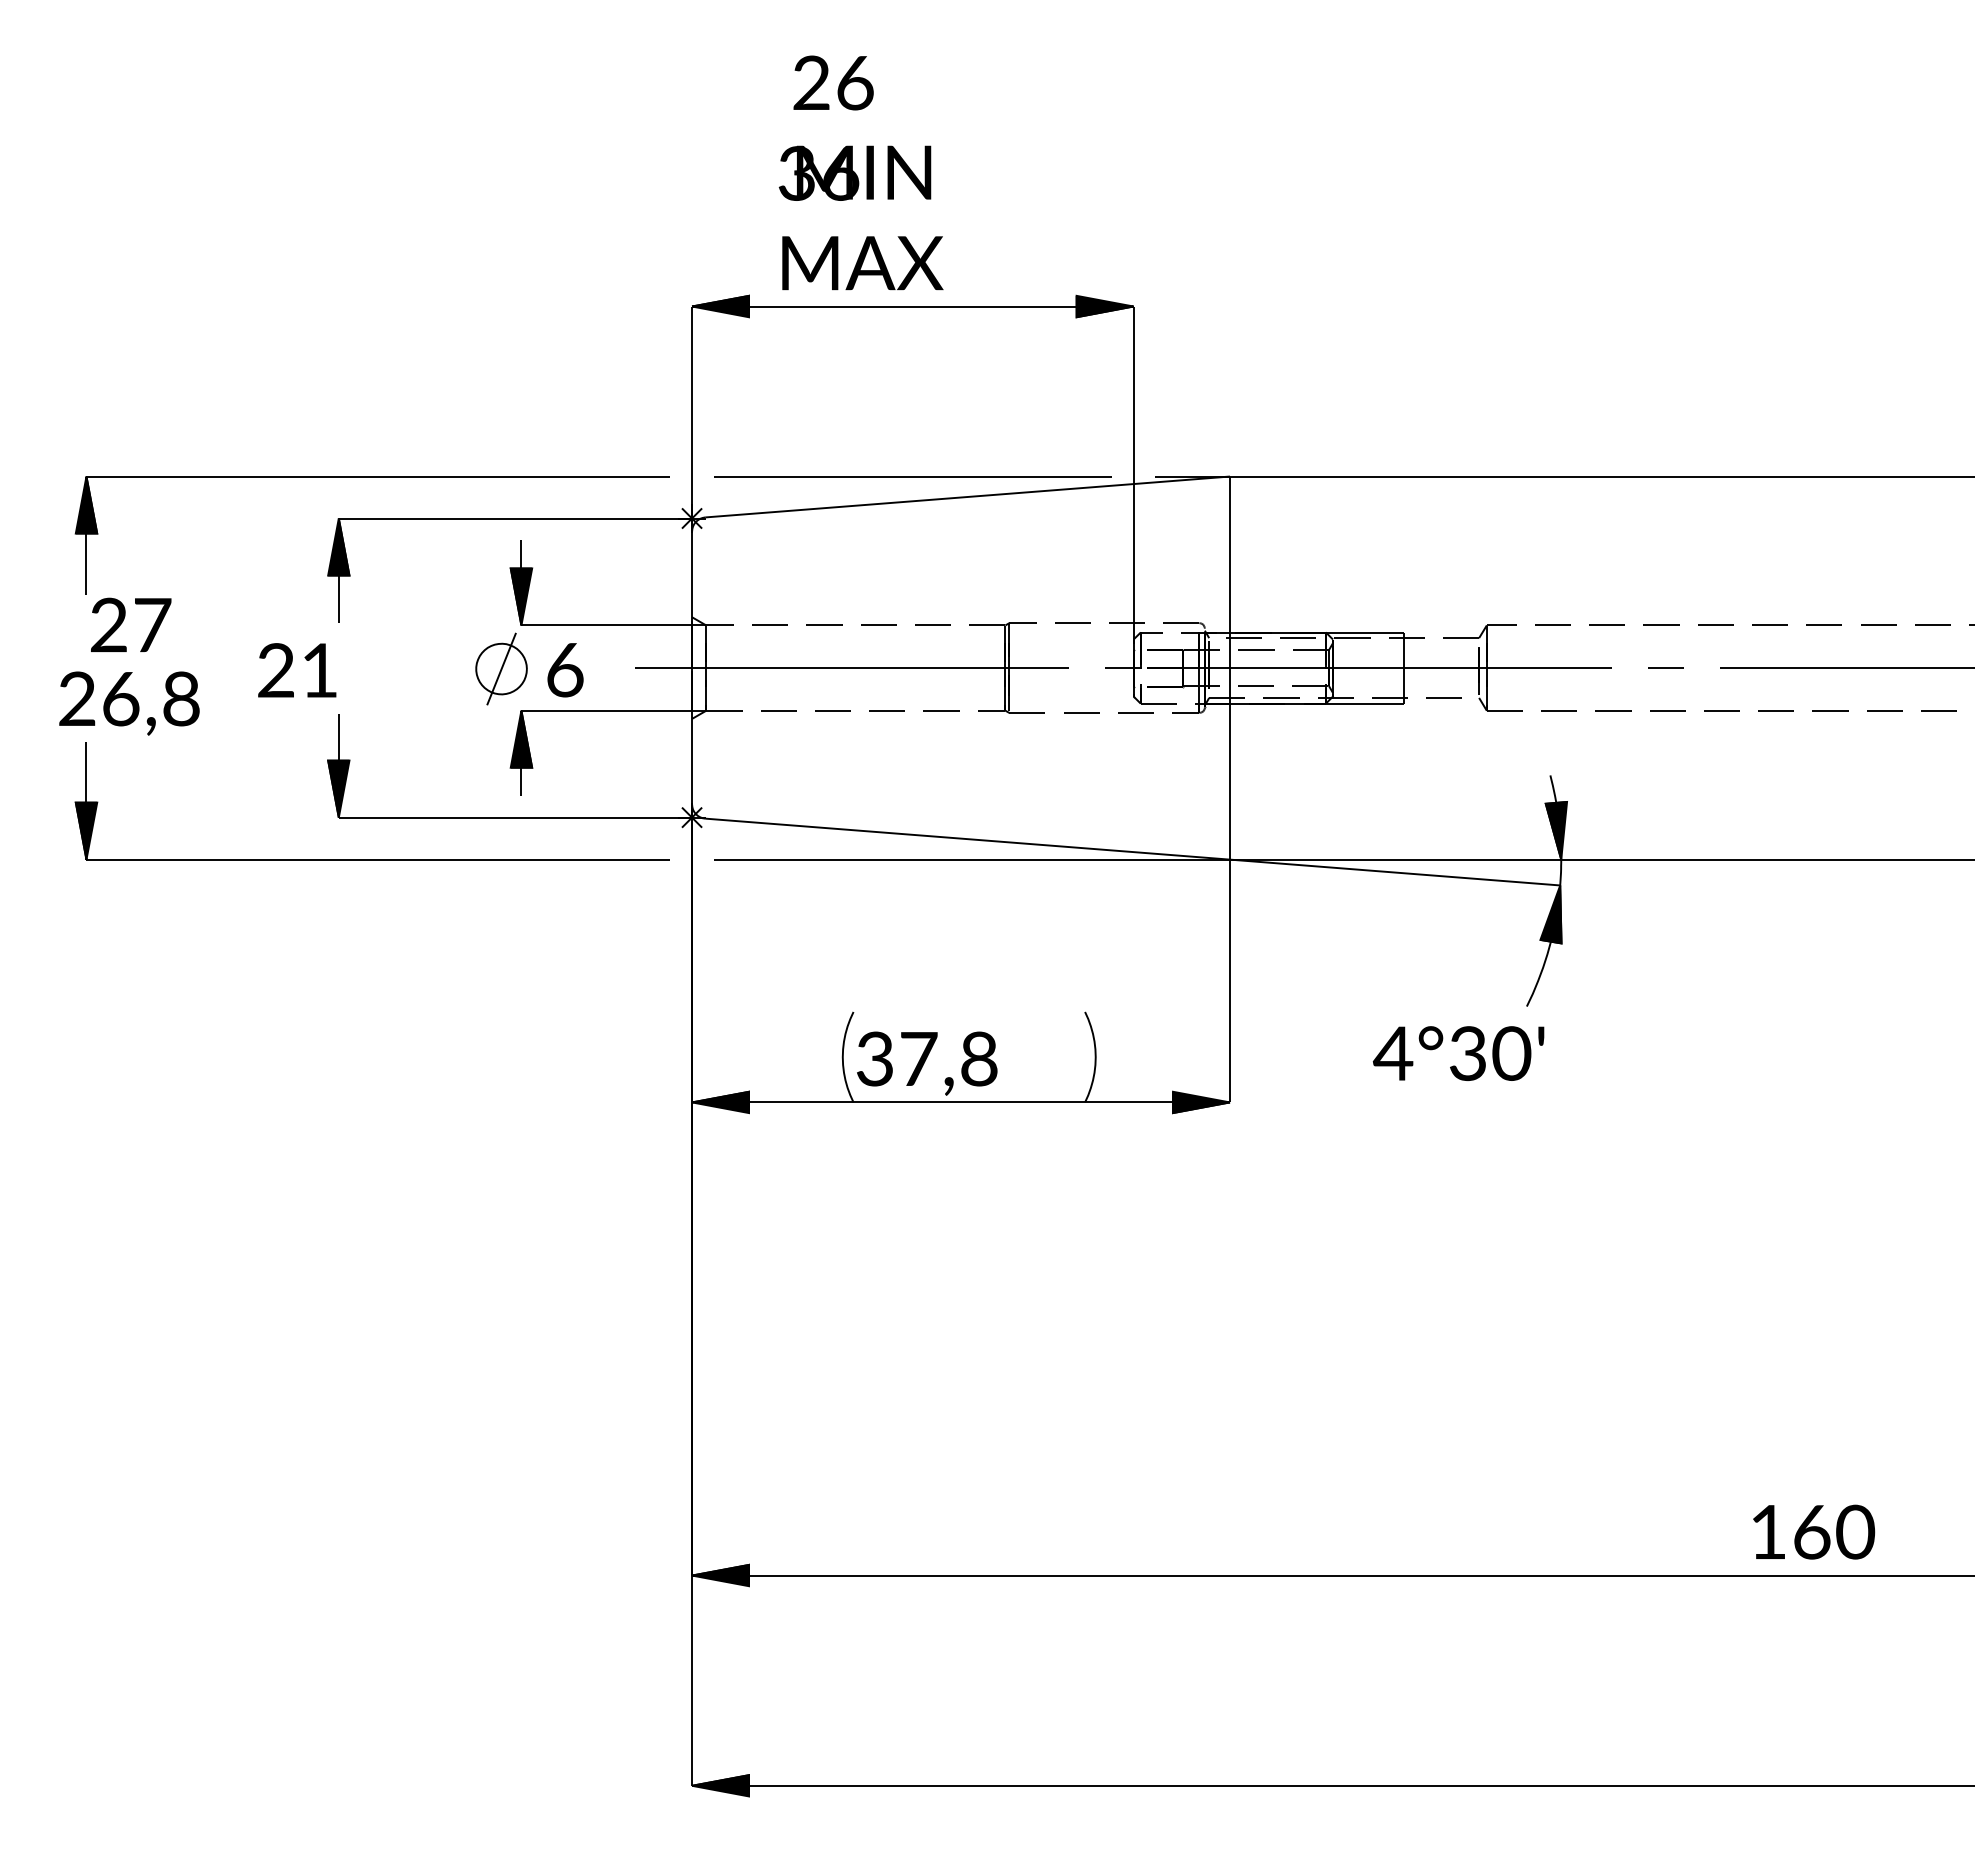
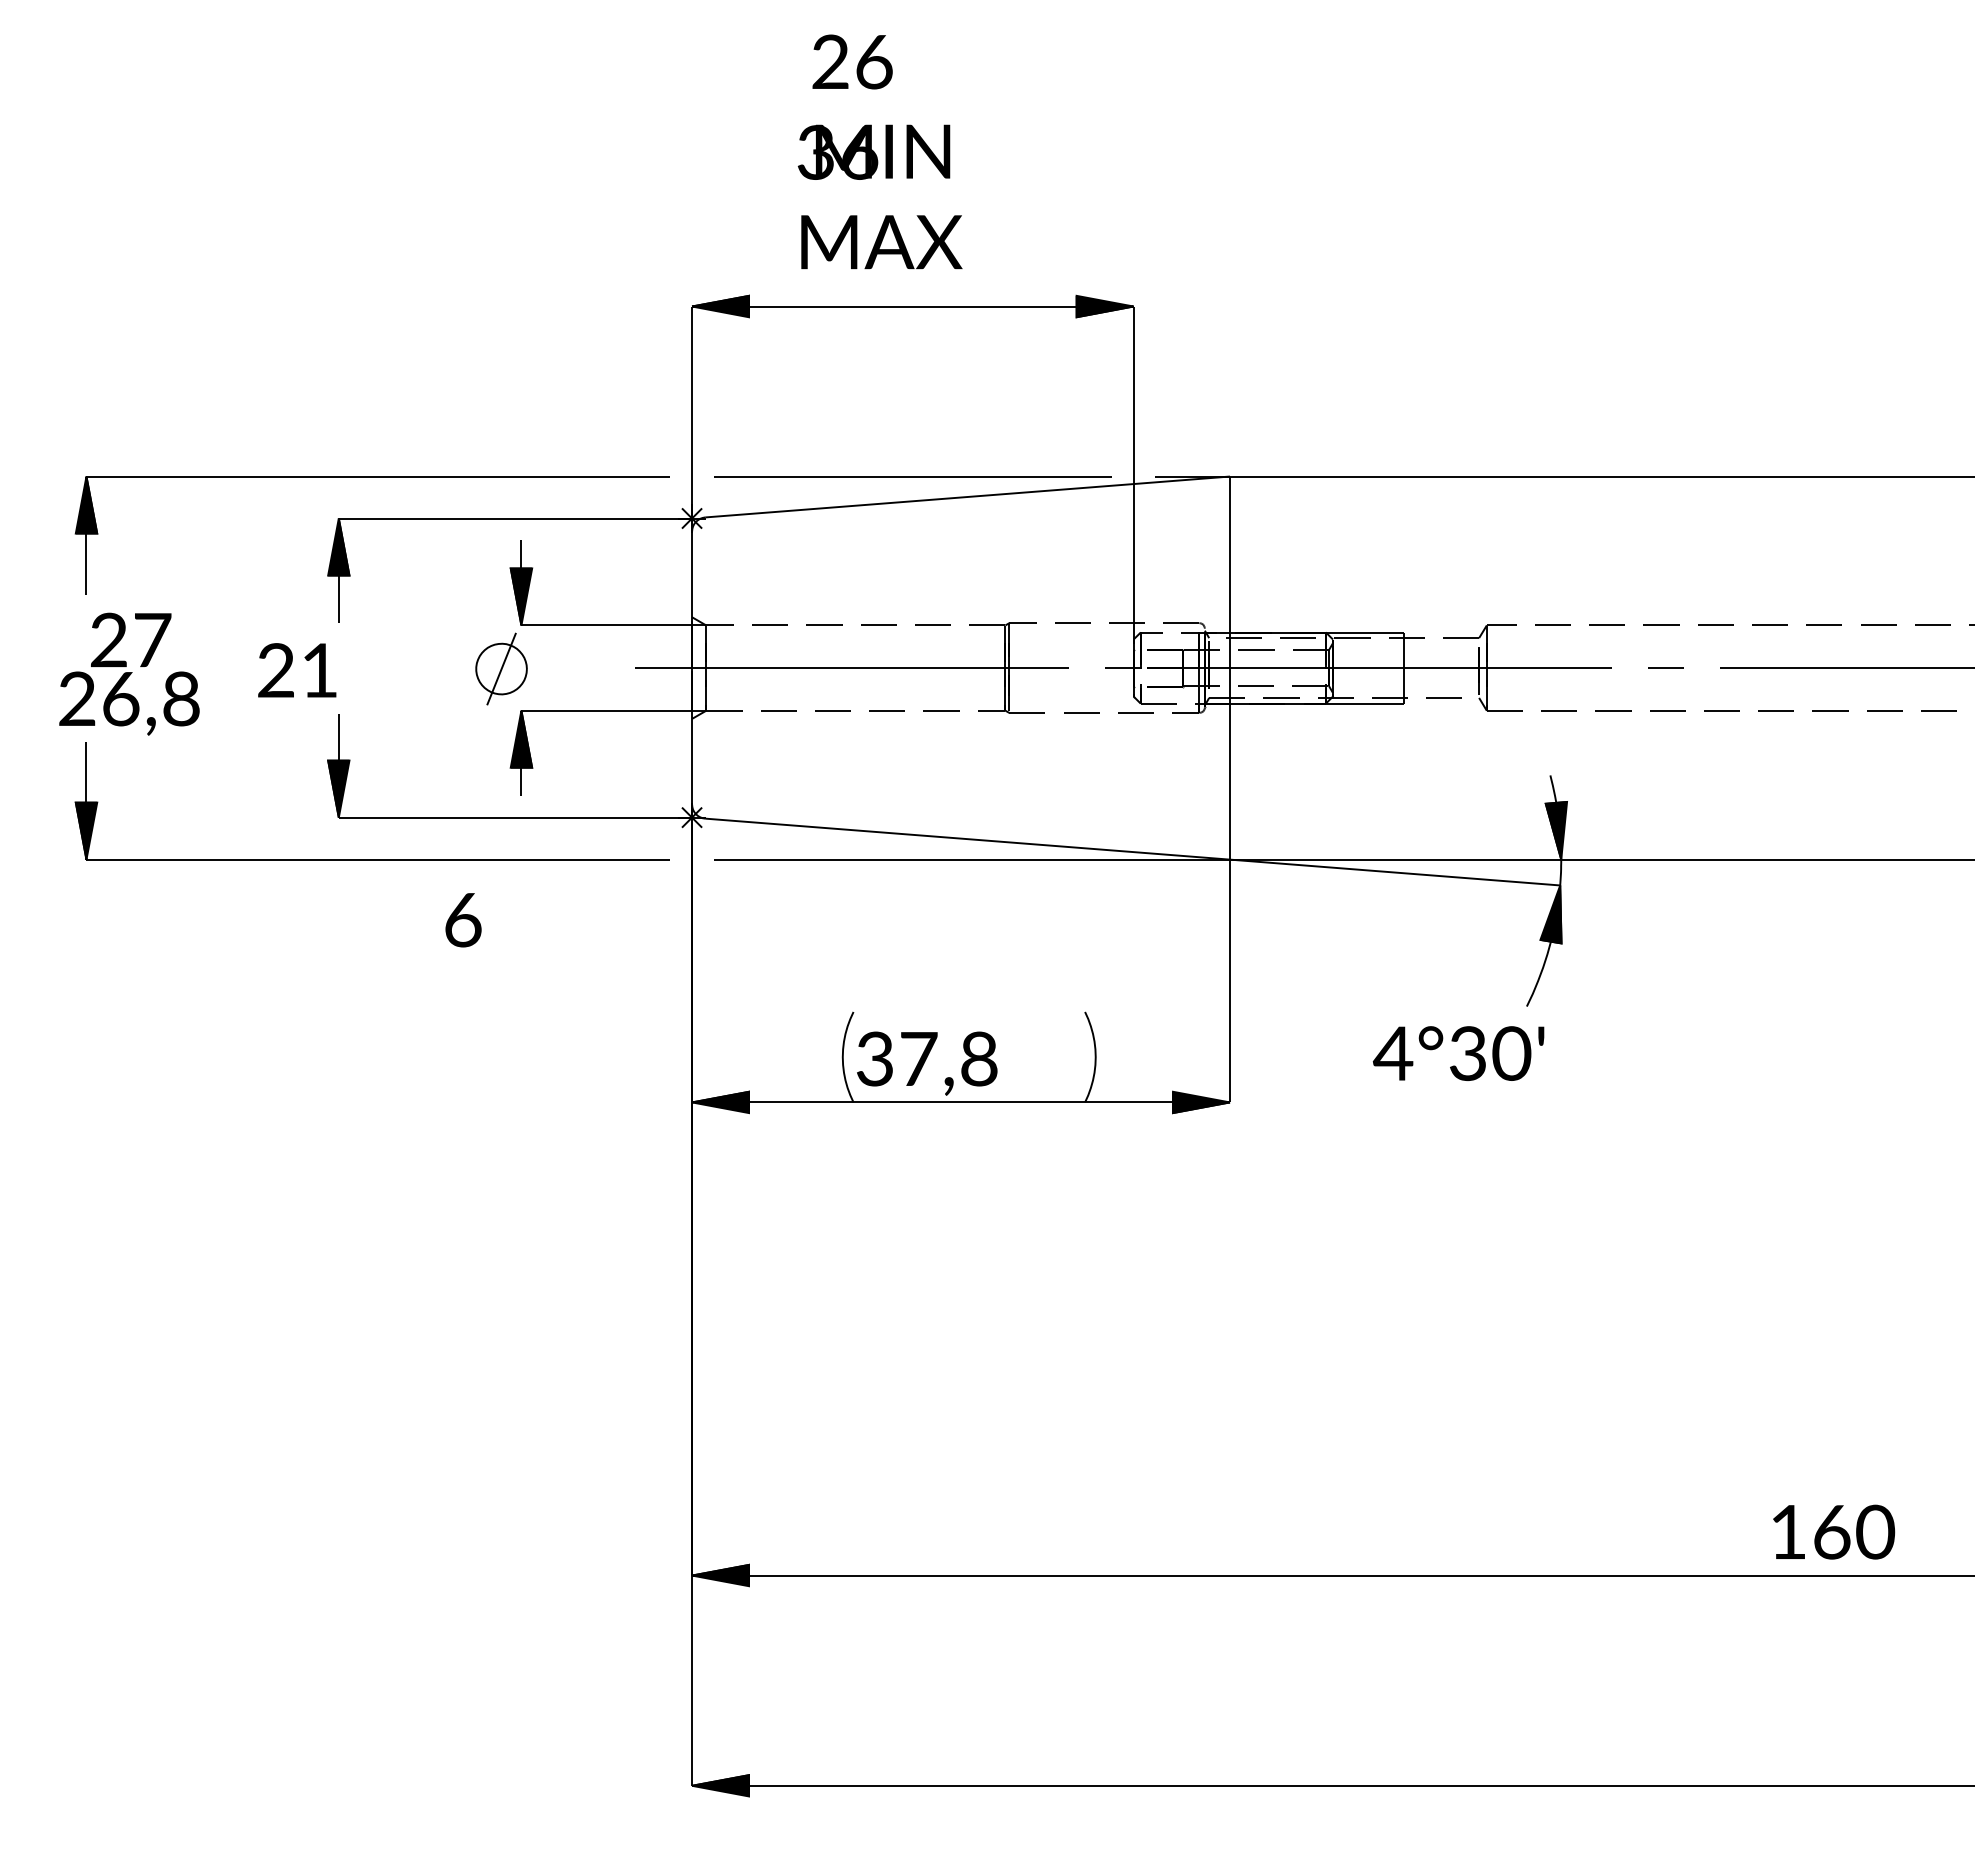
text at (860, 172) position: (860, 172) -> (879, 151)
text at (131, 624) position: (131, 624) -> (131, 639)
text at (565, 670) position: (565, 670) -> (463, 920)
text at (1814, 1531) position: (1814, 1531) -> (1834, 1531)
